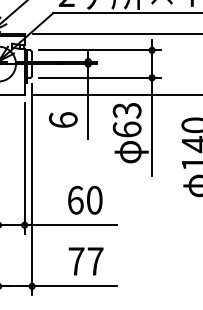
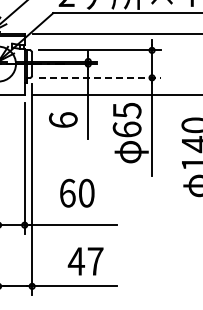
line at (100, 77): solid -> dashed
text at (126, 110): 63 -> 65
text at (85, 199) position: (85, 199) -> (77, 192)
text at (76, 261): 77 -> 47
